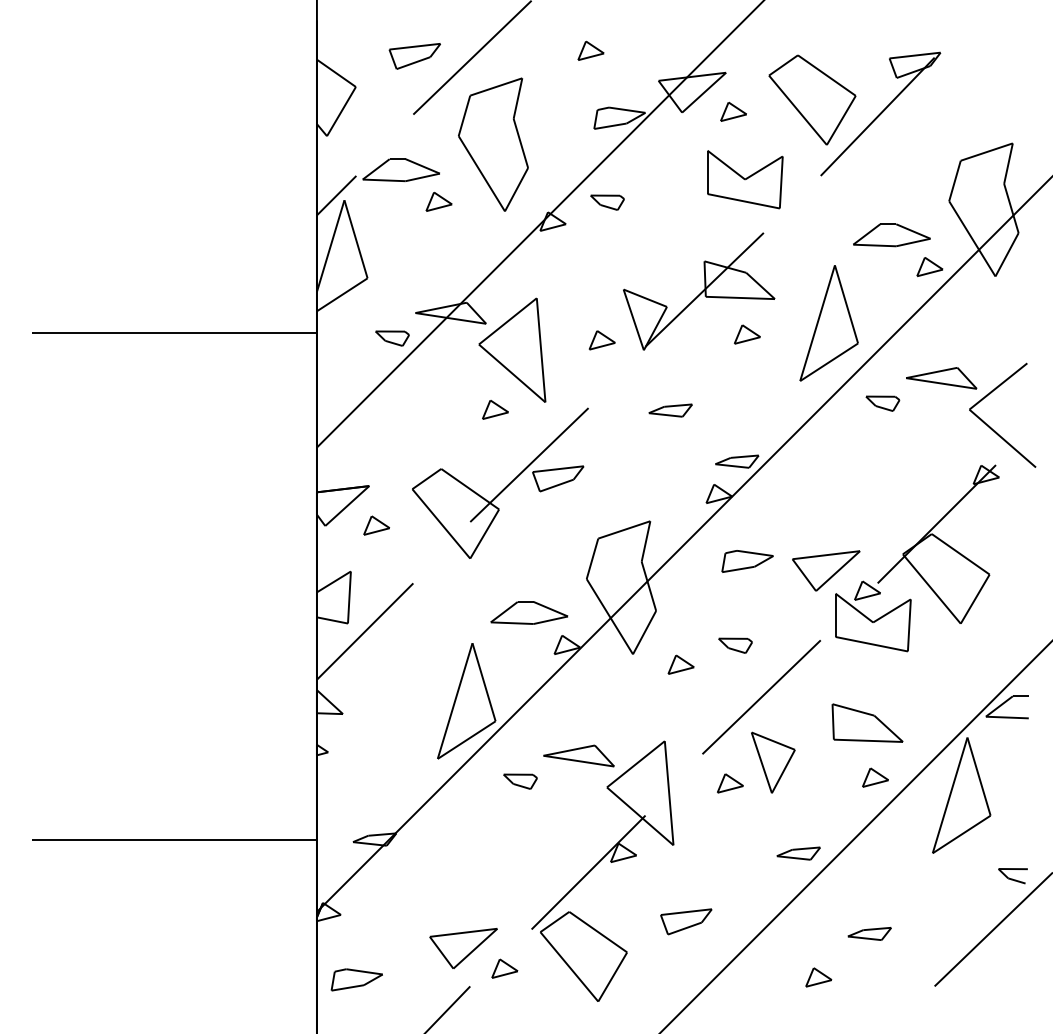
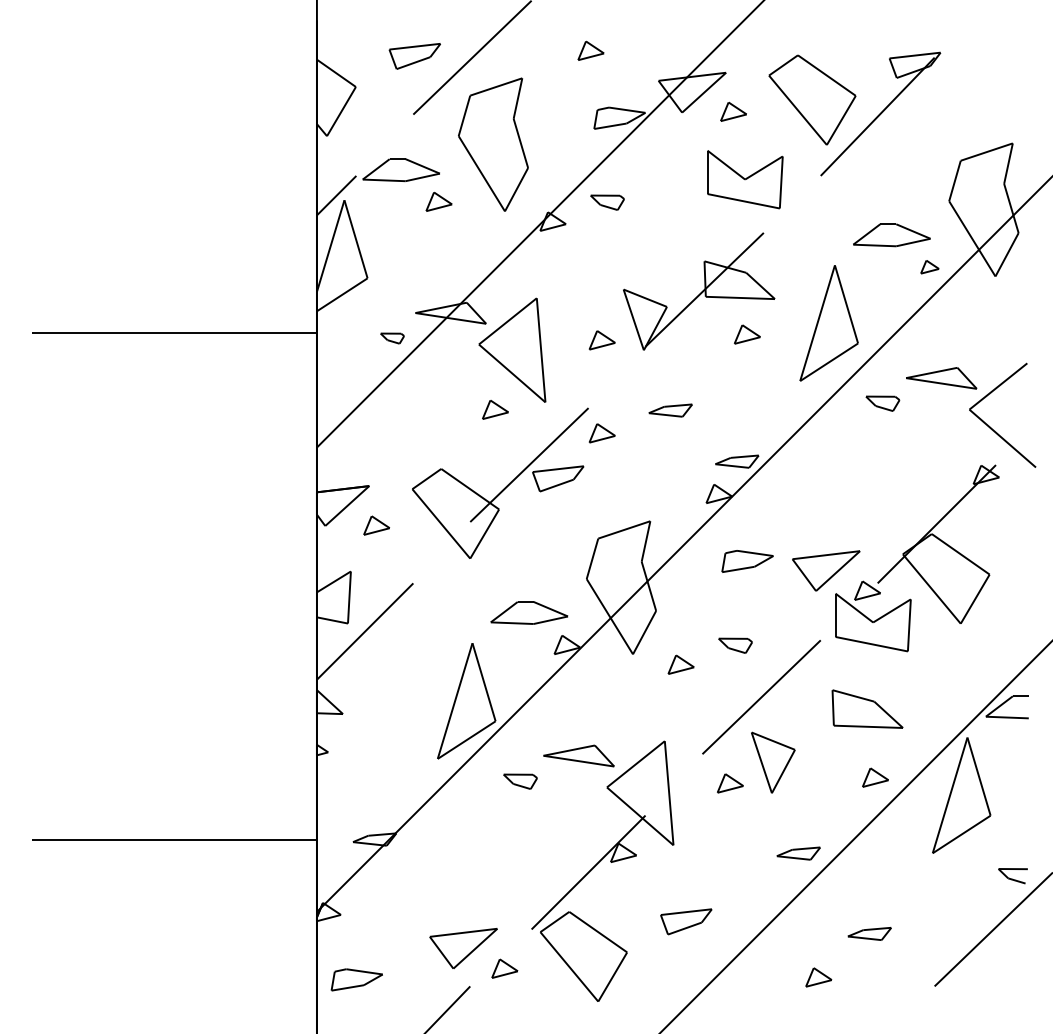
part at (929, 267) size: 28x21 px -> 20x15 px
part at (392, 338) size: 35x17 px -> 25x13 px
part at (601, 433): none -> present
part at (867, 722) position: (867, 722) -> (867, 708)
